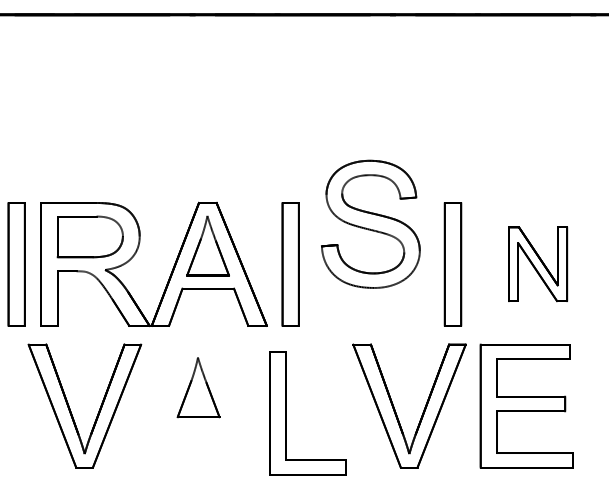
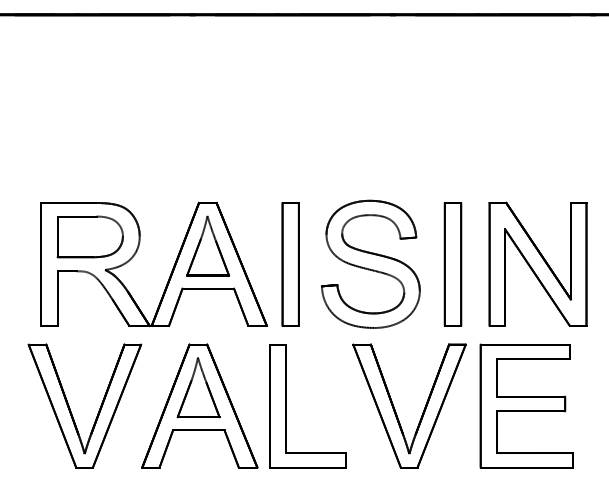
part at (370, 223) position: (370, 223) -> (370, 263)
part at (16, 264): present -> none
part at (538, 264) size: 61x77 px -> 100x126 px
part at (199, 405): none -> present
part at (286, 413) position: (286, 413) -> (286, 406)
